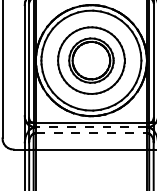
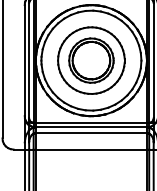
line at (91, 127): dashed -> solid
line at (91, 133): dashed -> solid
